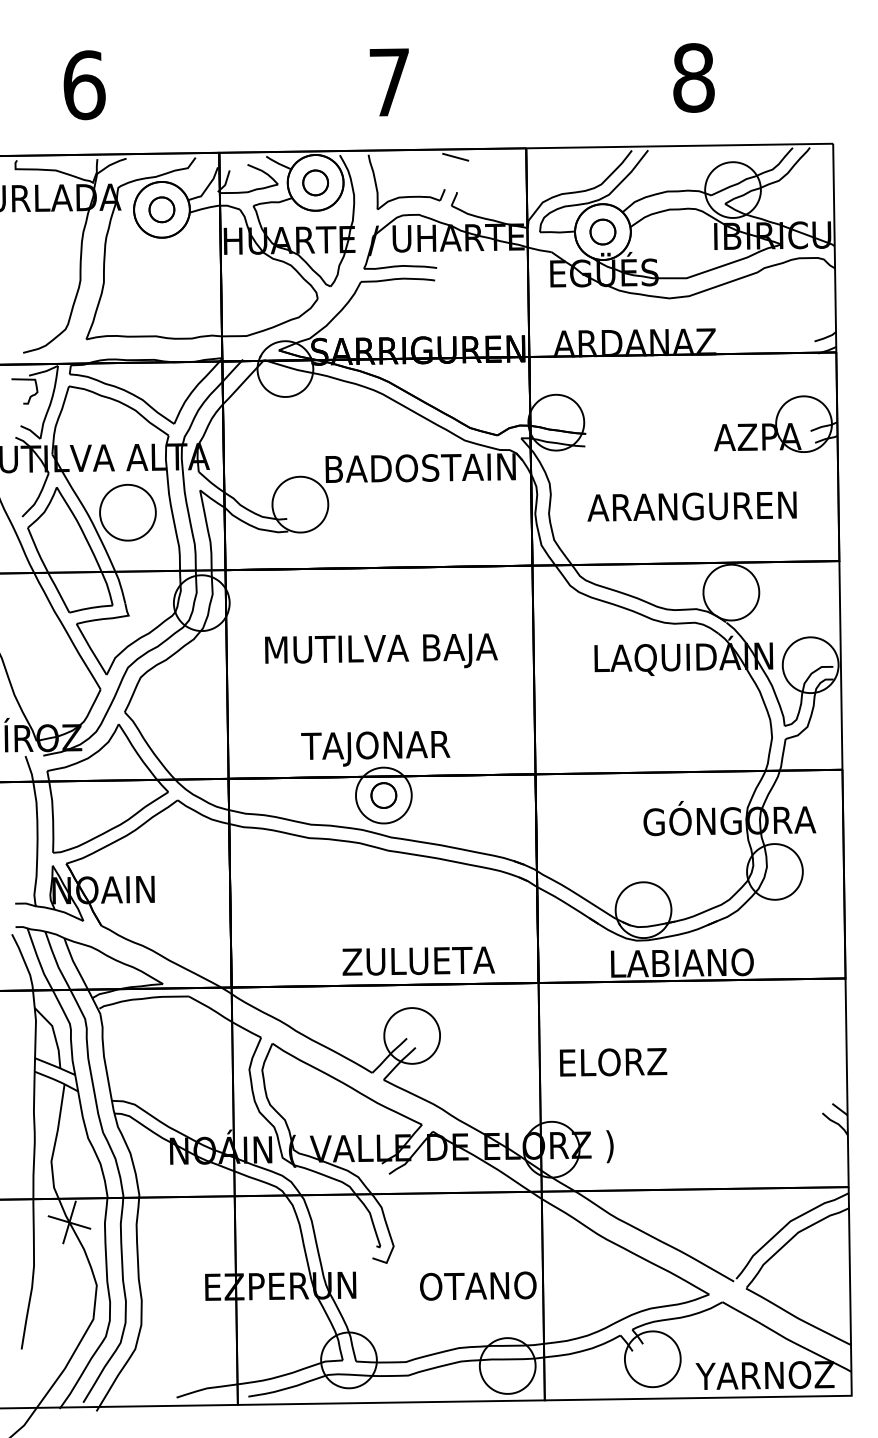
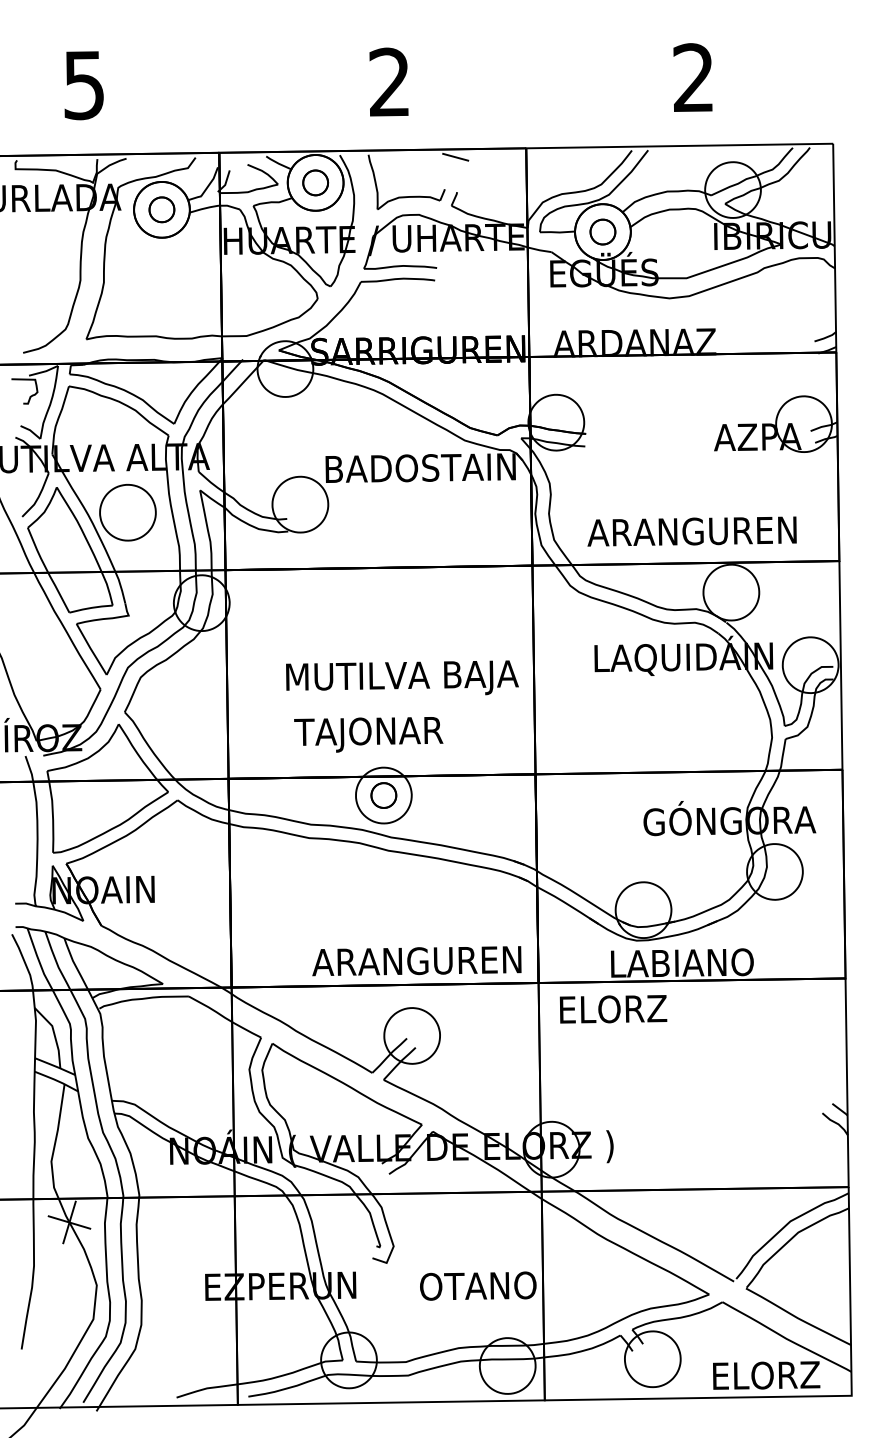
text at (693, 77): 8 -> 2
text at (388, 81): 7 -> 2
text at (84, 85): 6 -> 5
text at (691, 506) position: (691, 506) -> (691, 531)
text at (381, 650) position: (381, 650) -> (402, 677)
text at (375, 748) position: (375, 748) -> (368, 734)
text at (416, 961): ZULUETA -> ARANGUREN
text at (613, 1062) position: (613, 1062) -> (613, 1009)
text at (764, 1375): YARNOZ -> ELORZ
